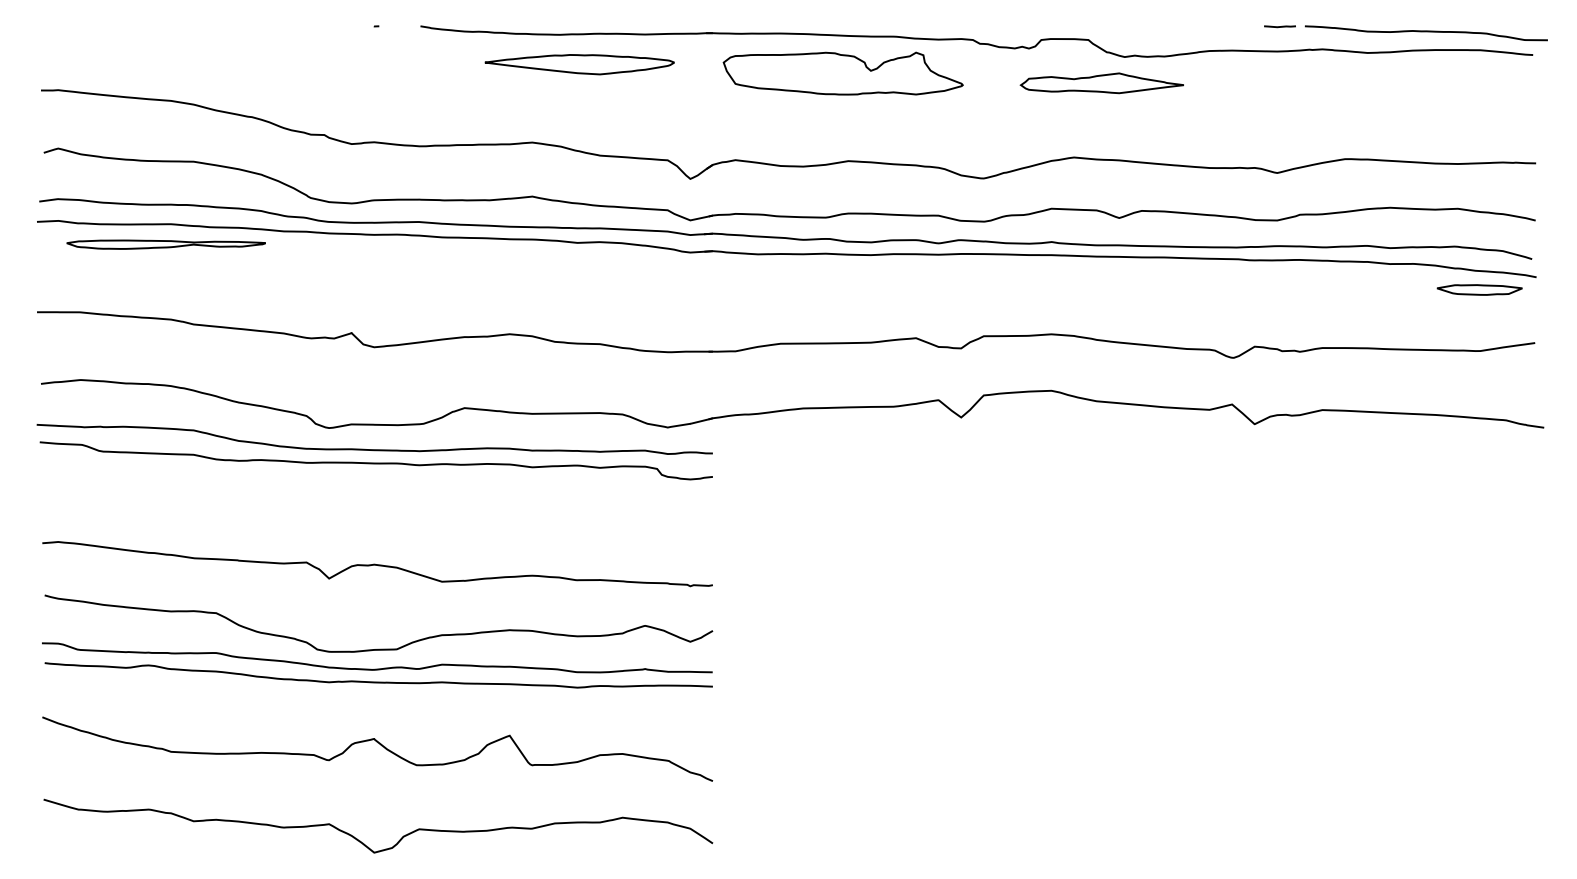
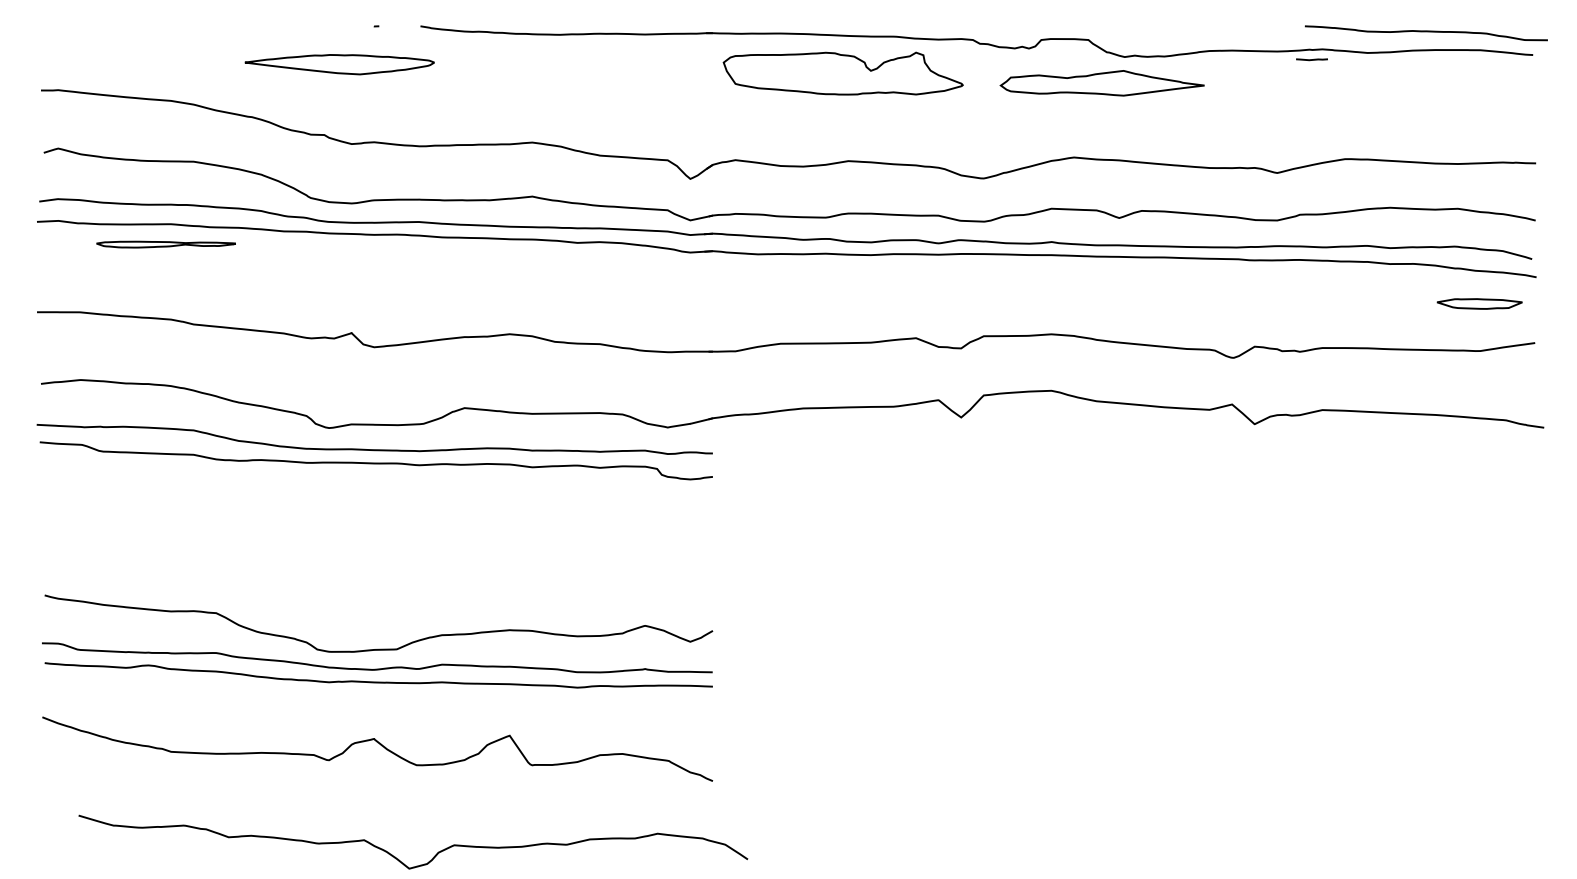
line at (1279, 26) position: (1279, 26) -> (1311, 59)
part at (579, 64) position: (579, 64) -> (339, 64)
part at (1101, 83) size: 165x23 px -> 206x27 px
part at (165, 244) size: 200x11 px -> 140x9 px
part at (1479, 289) position: (1479, 289) -> (1479, 303)
curve at (377, 564): present -> none
curve at (363, 842) position: (363, 842) -> (398, 858)
